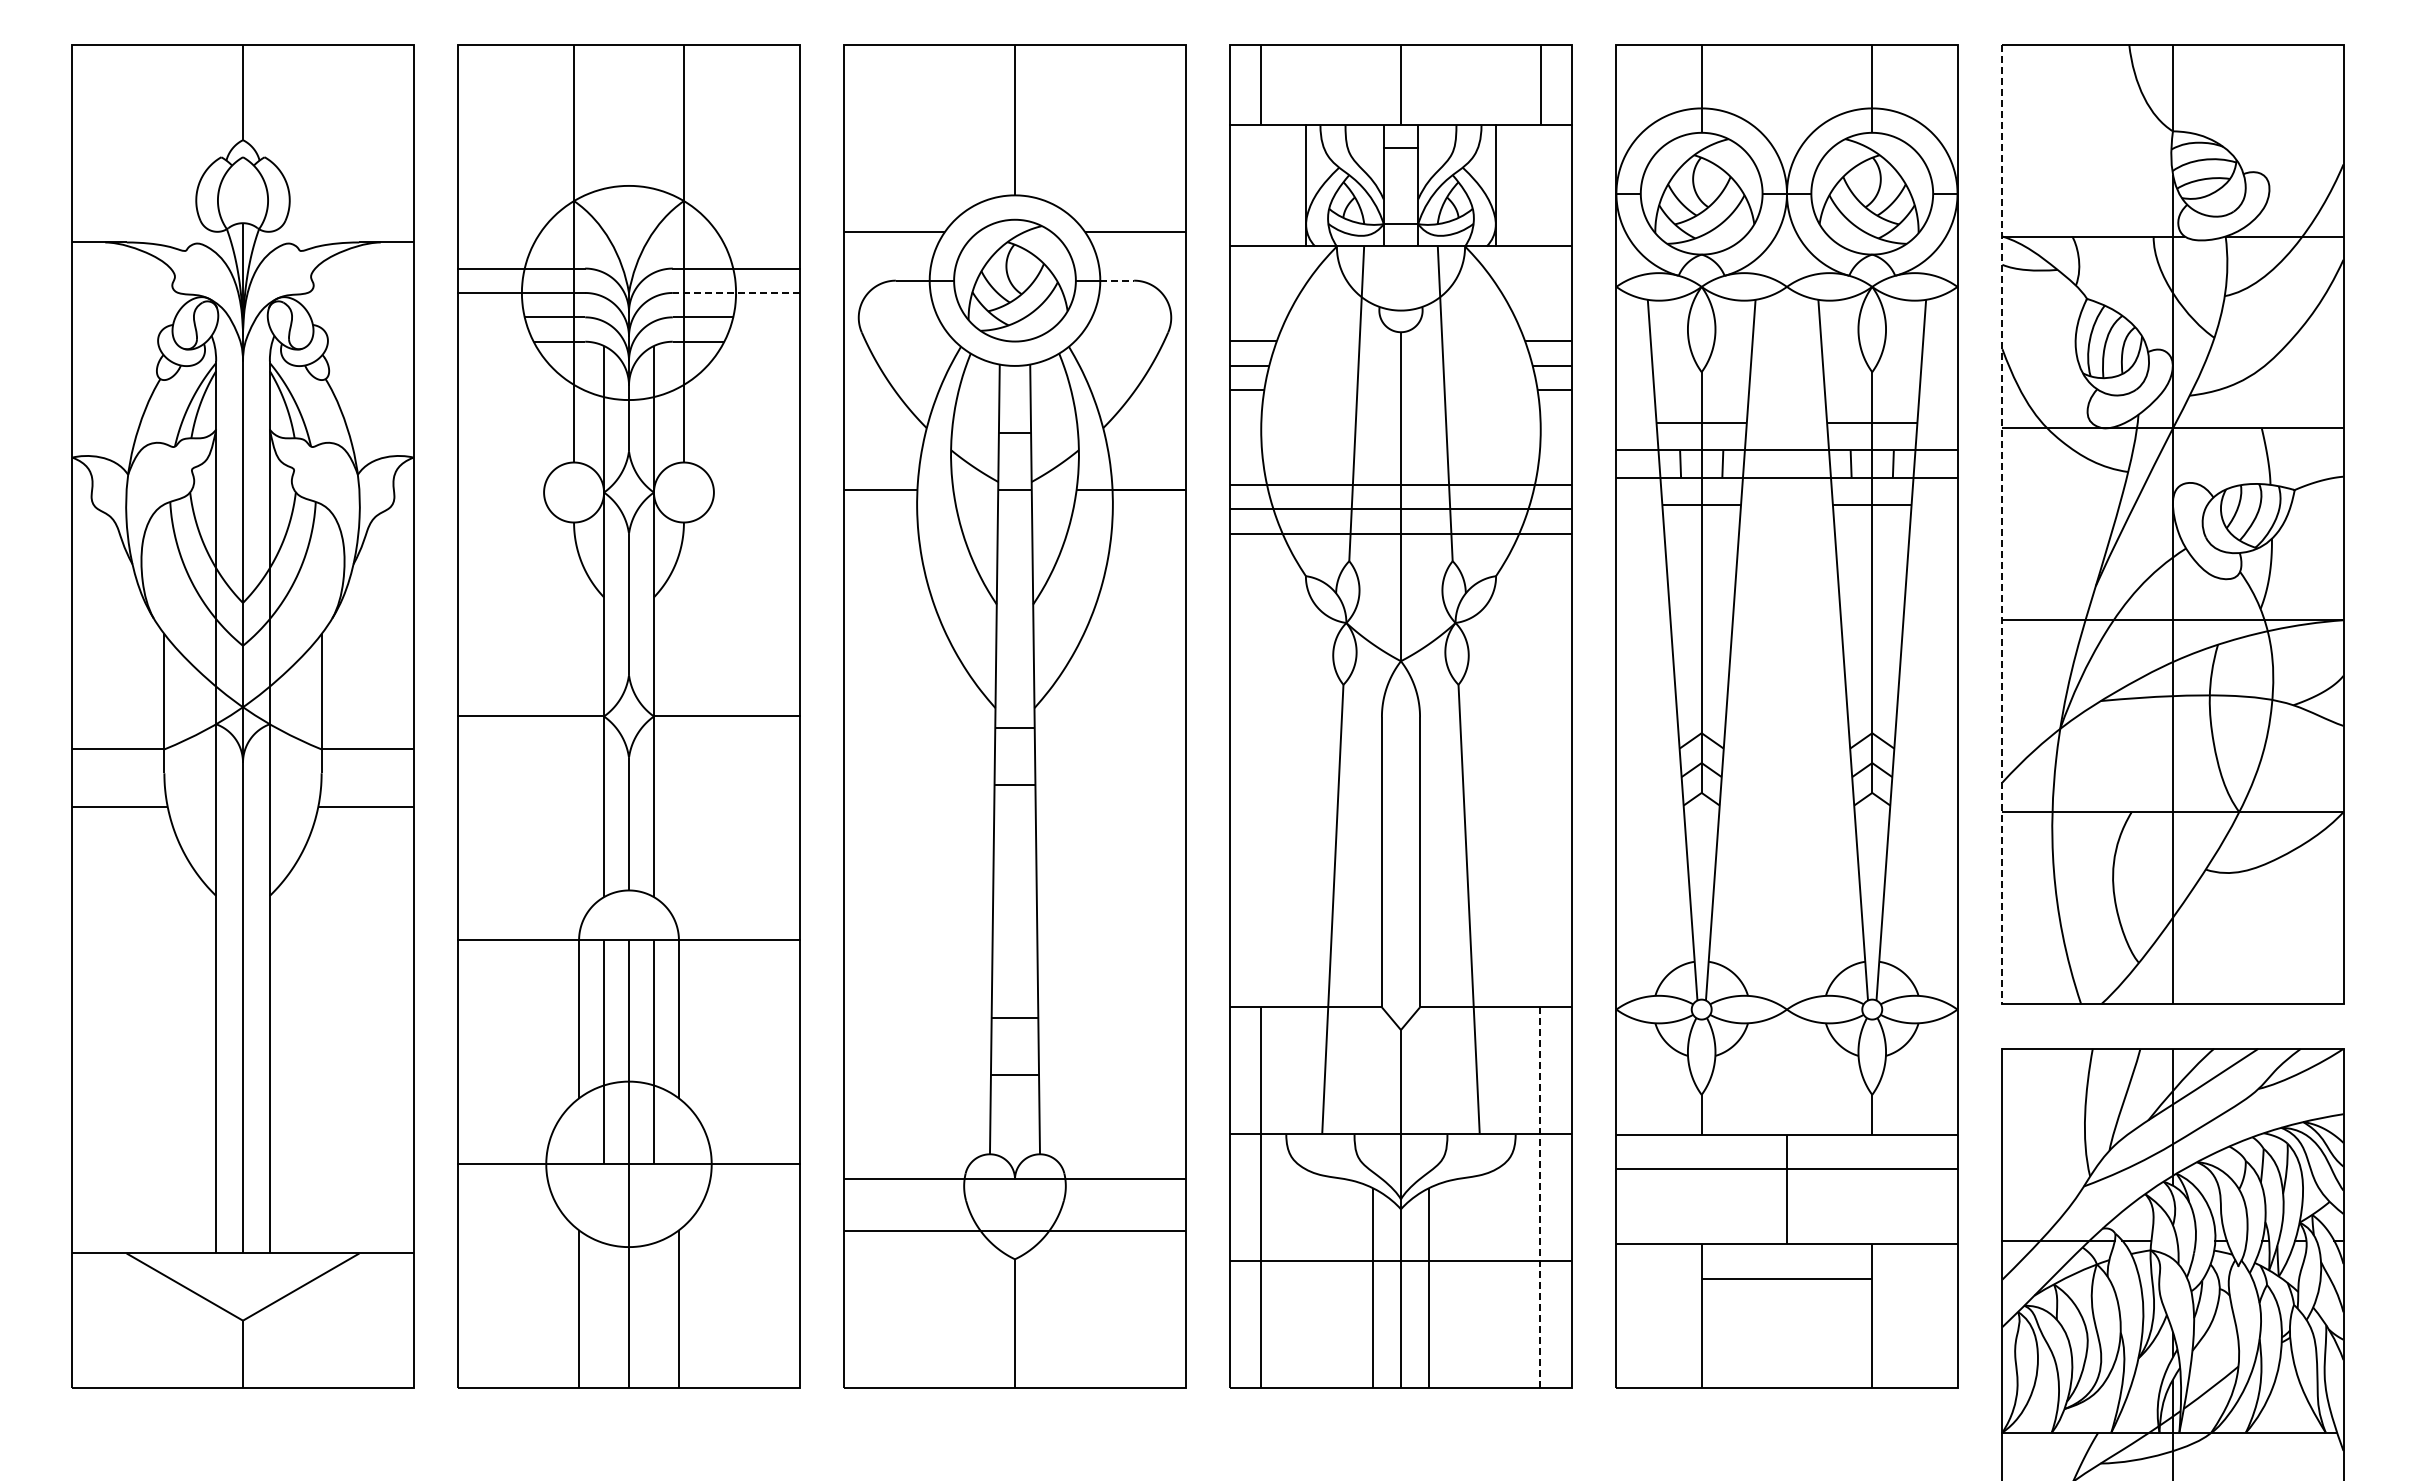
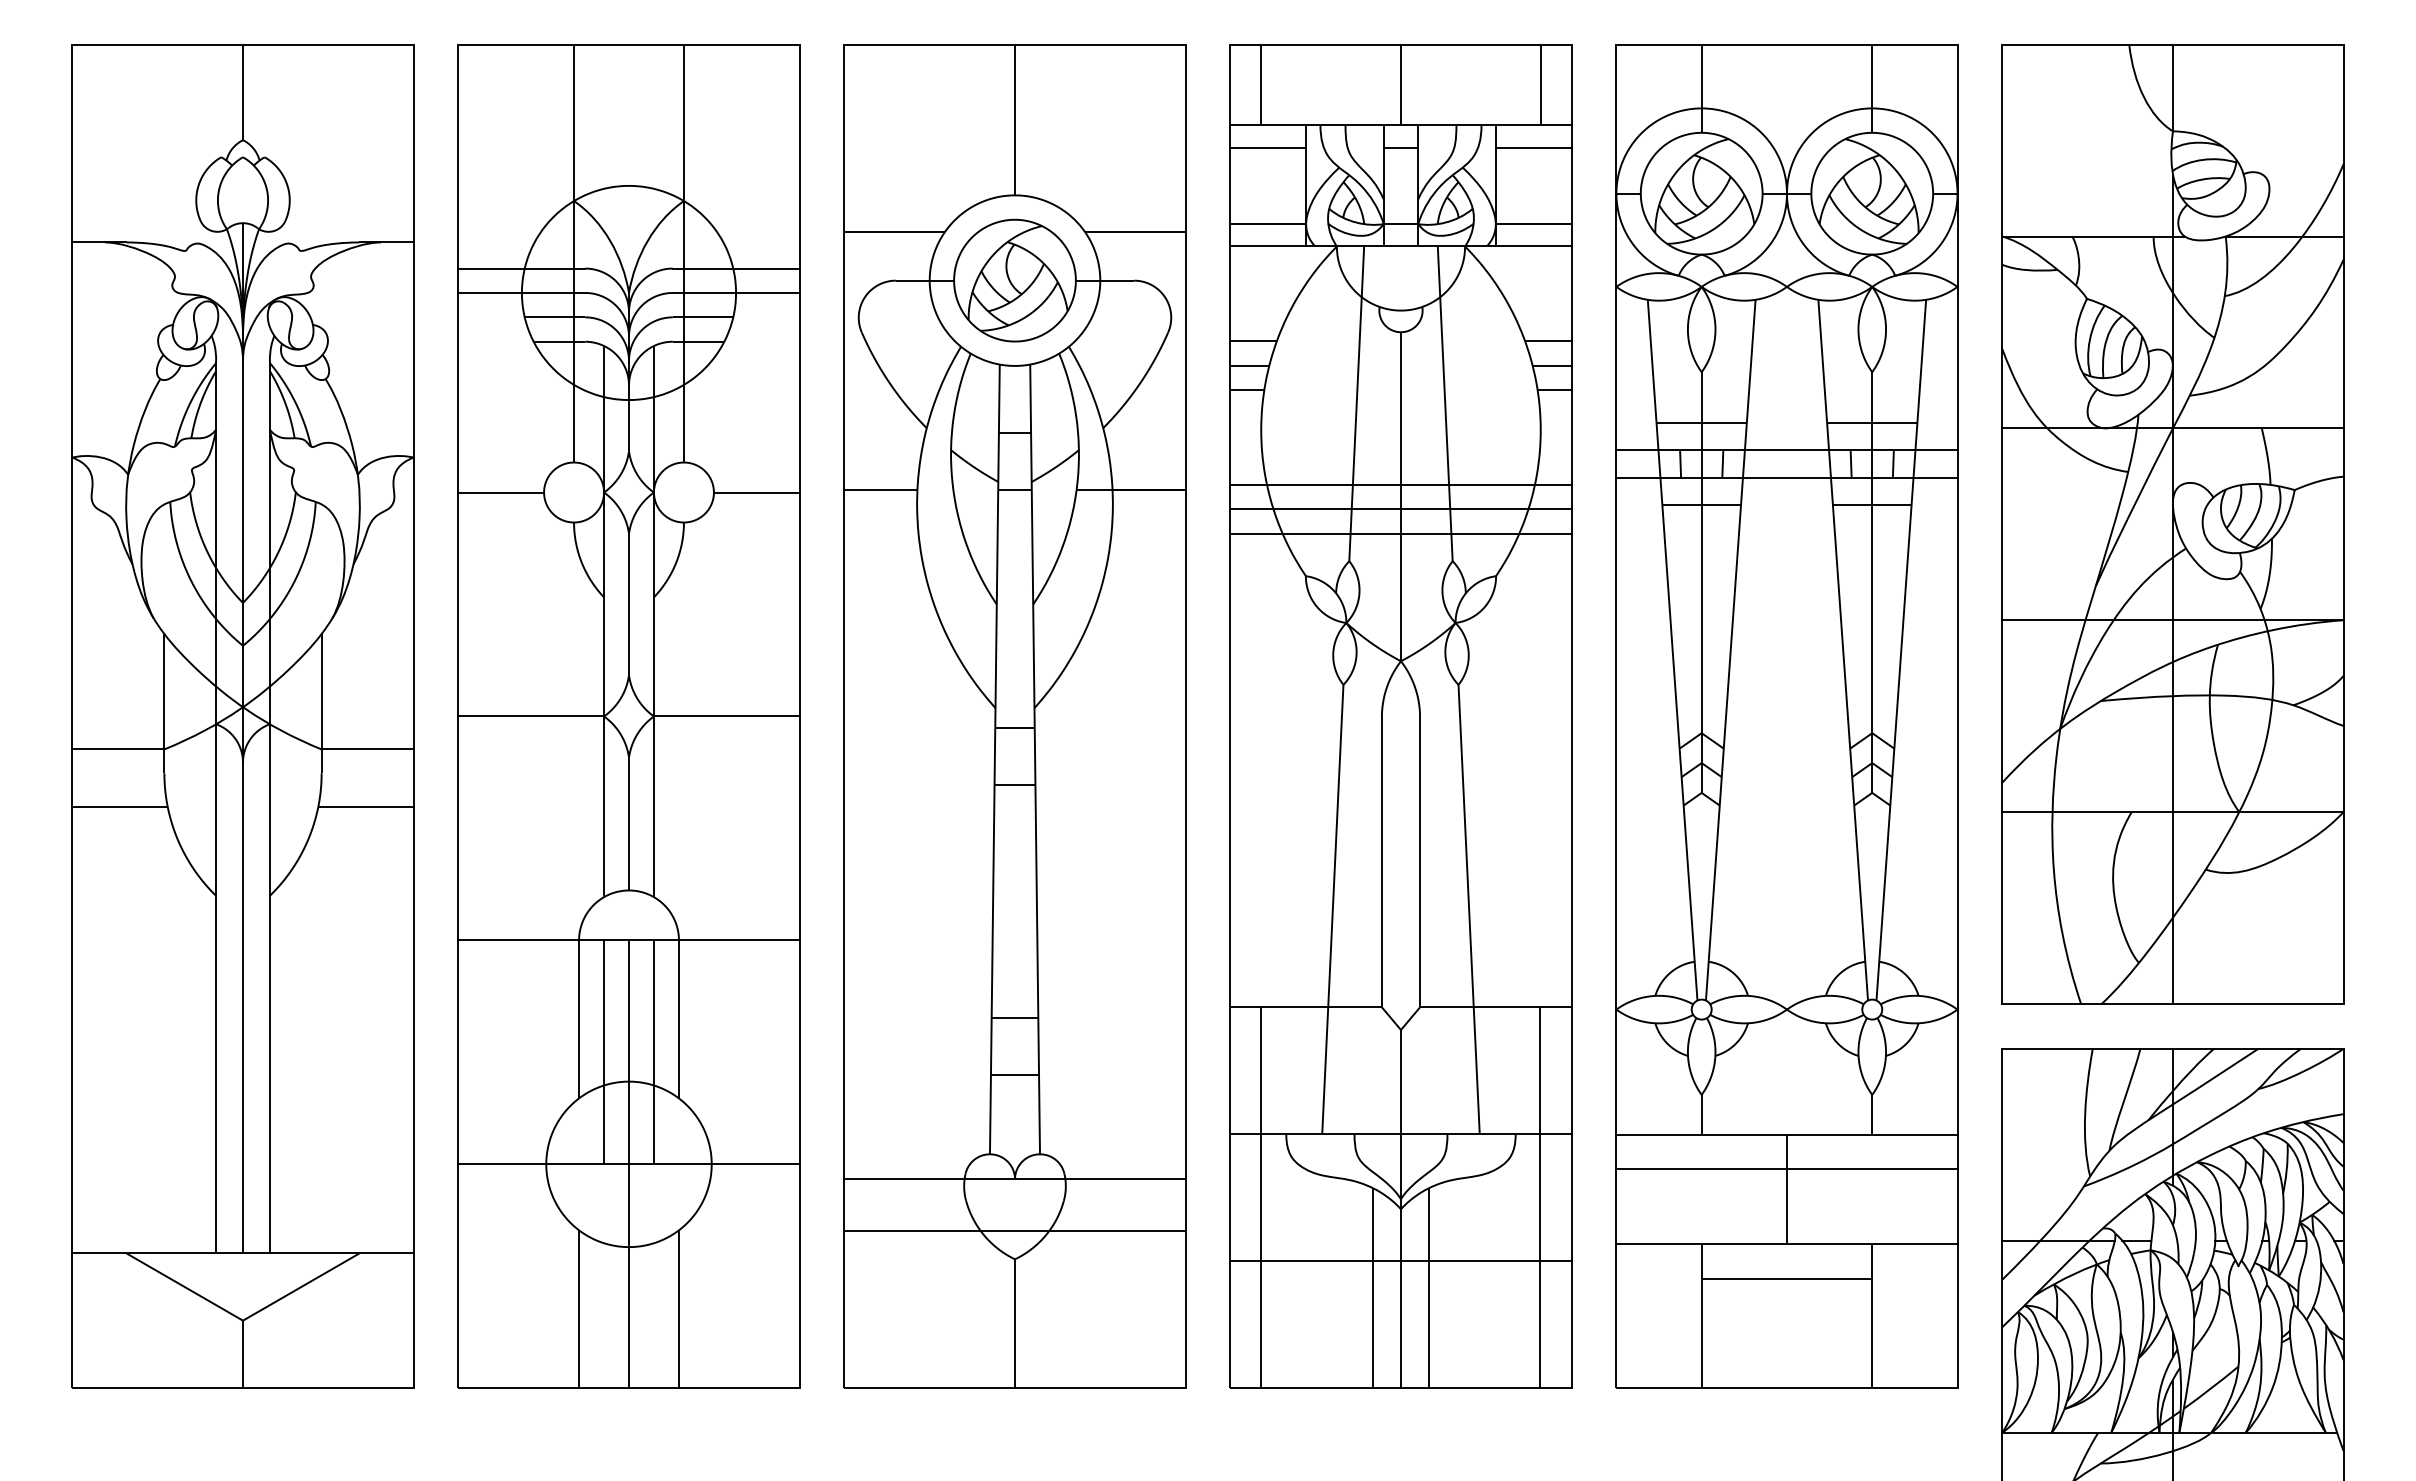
line at (1268, 147): none -> present
line at (1533, 147): none -> present
line at (1268, 224): none -> present
line at (1533, 224): none -> present
line at (1117, 280): dashed -> solid
line at (735, 292): dashed -> solid
line at (501, 492): none -> present
line at (756, 492): none -> present
line at (2002, 524): dashed -> solid
line at (1539, 1198): dashed -> solid
